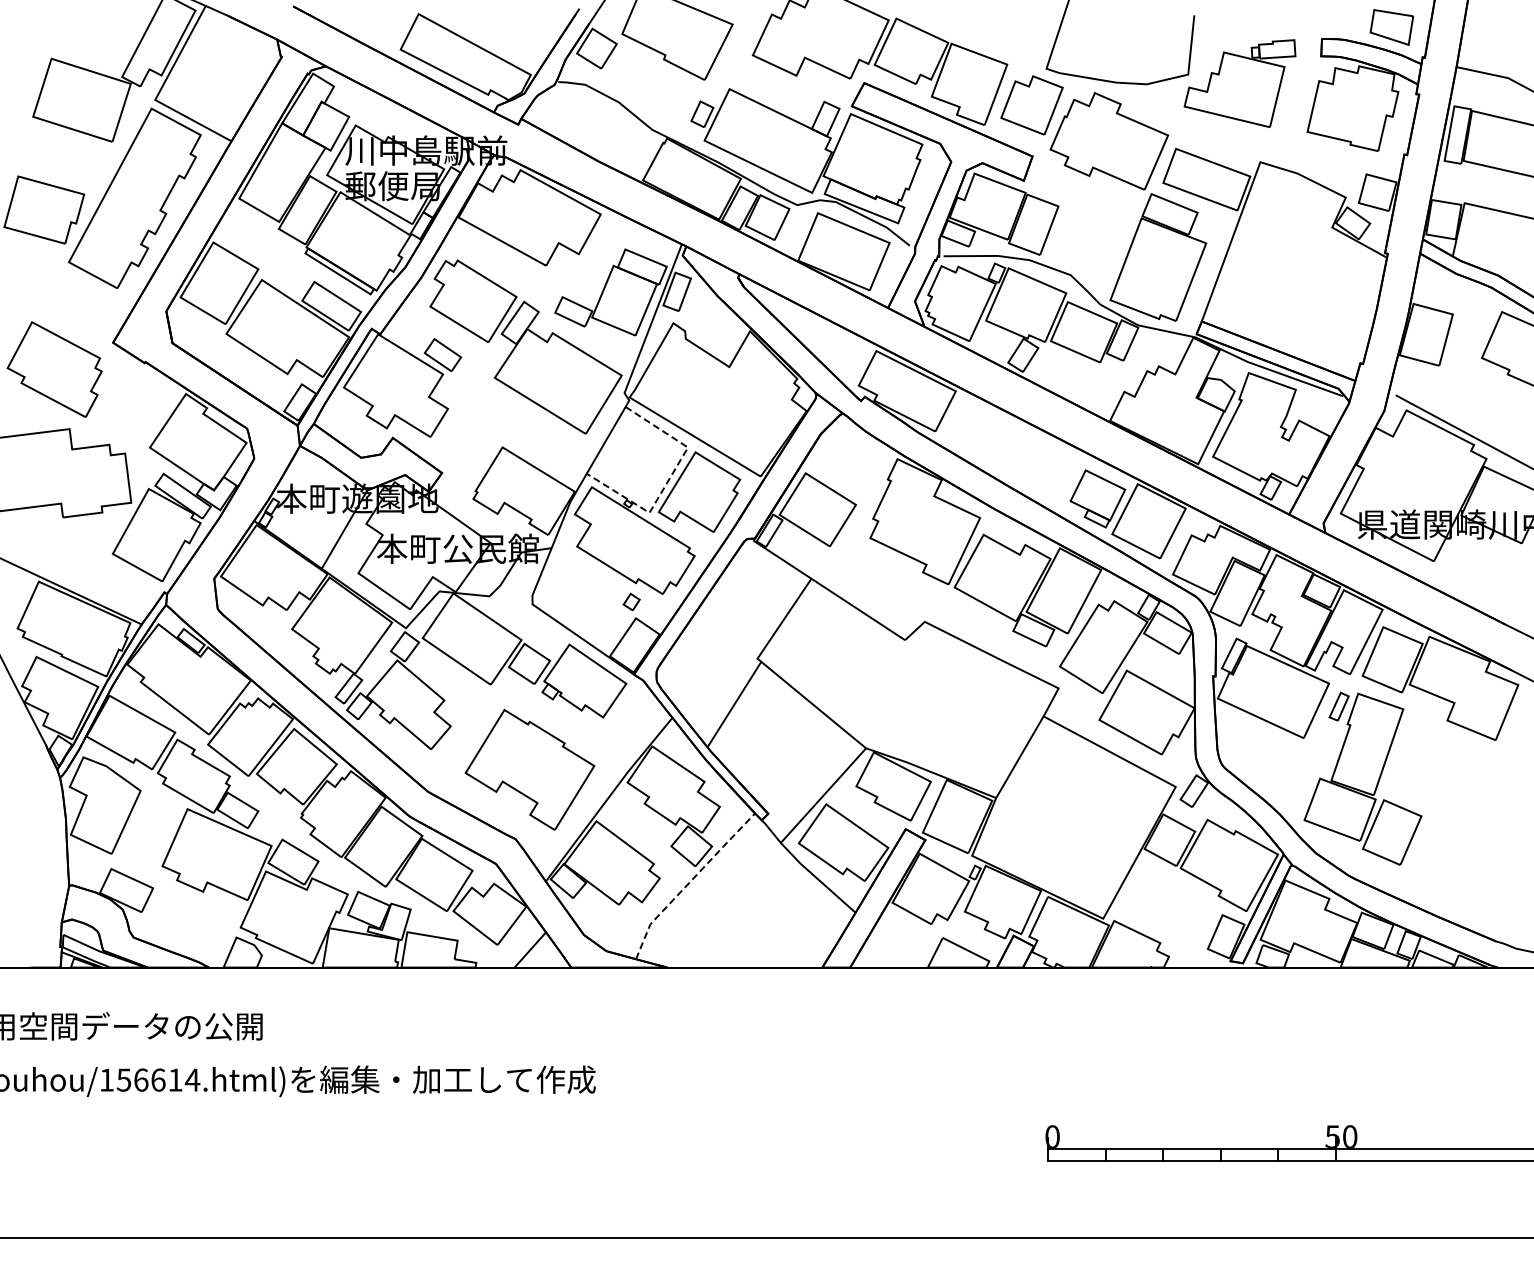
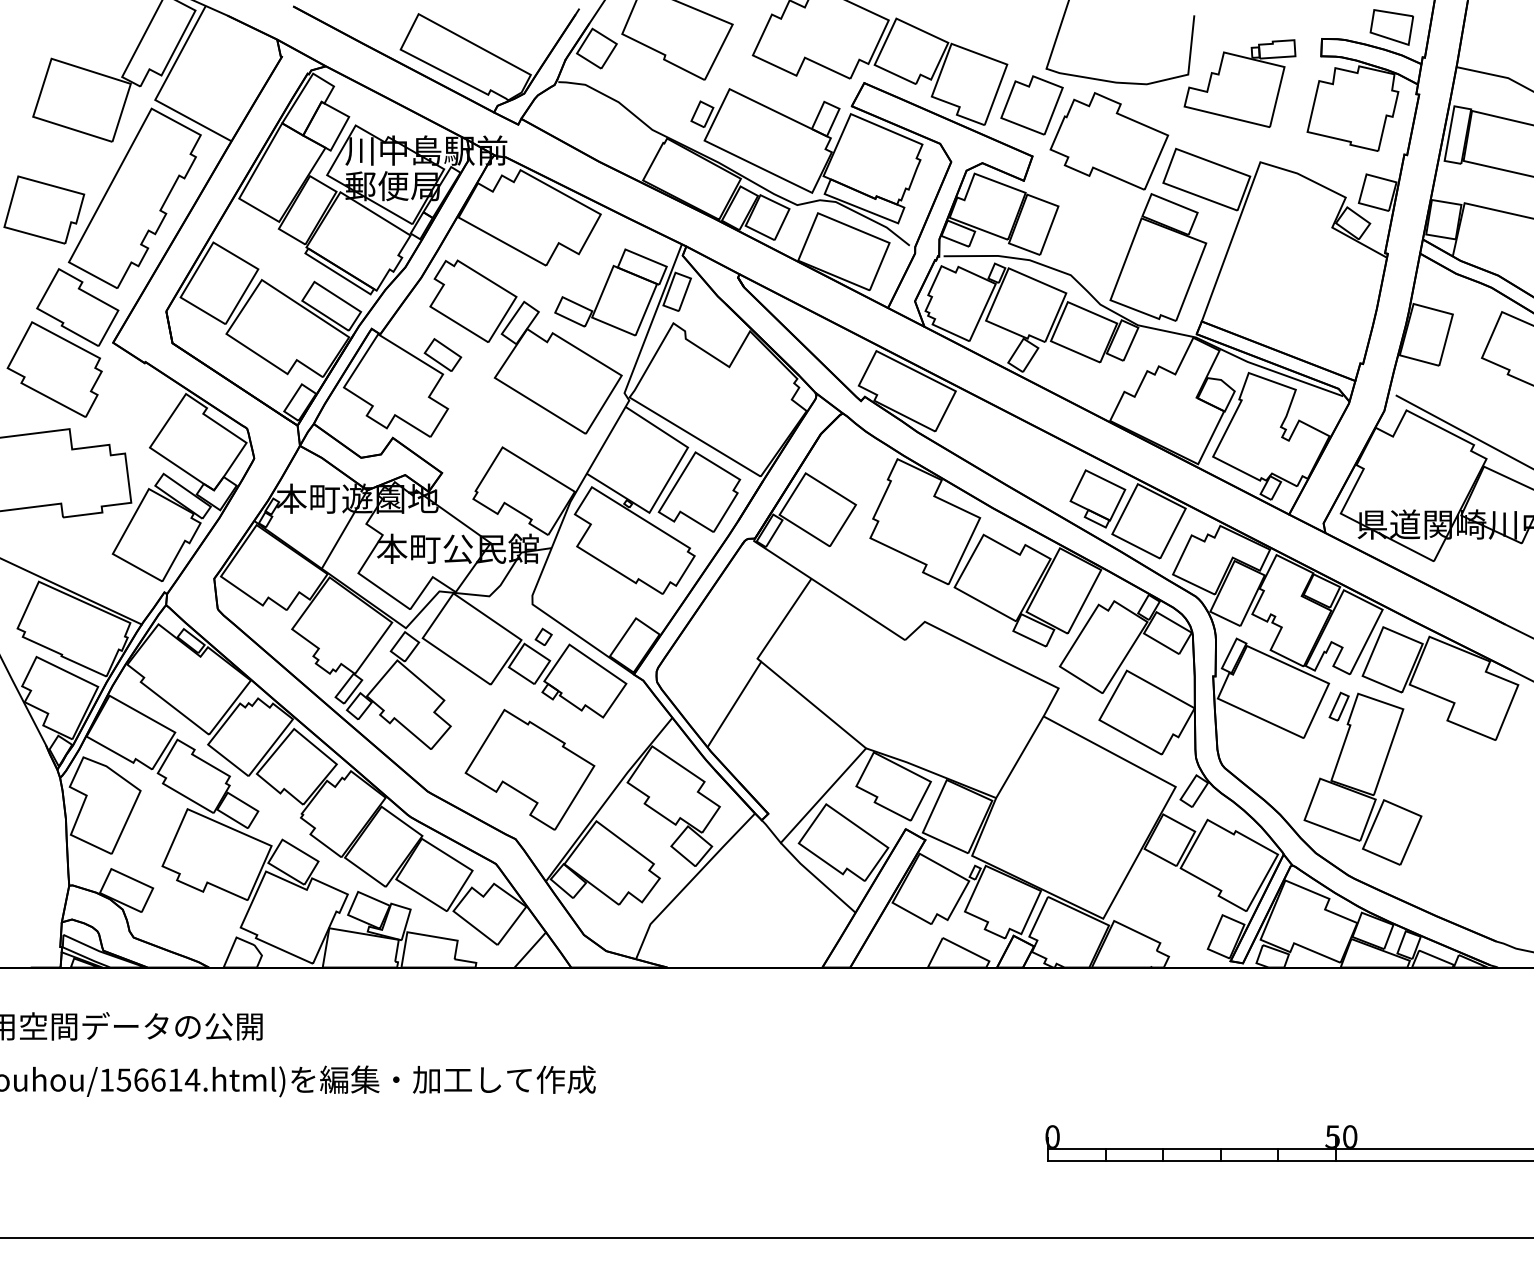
part at (77, 307): none -> present
line at (668, 480): dashed -> solid
part at (631, 601) position: (631, 601) -> (543, 636)
line at (690, 882): dashed -> solid
